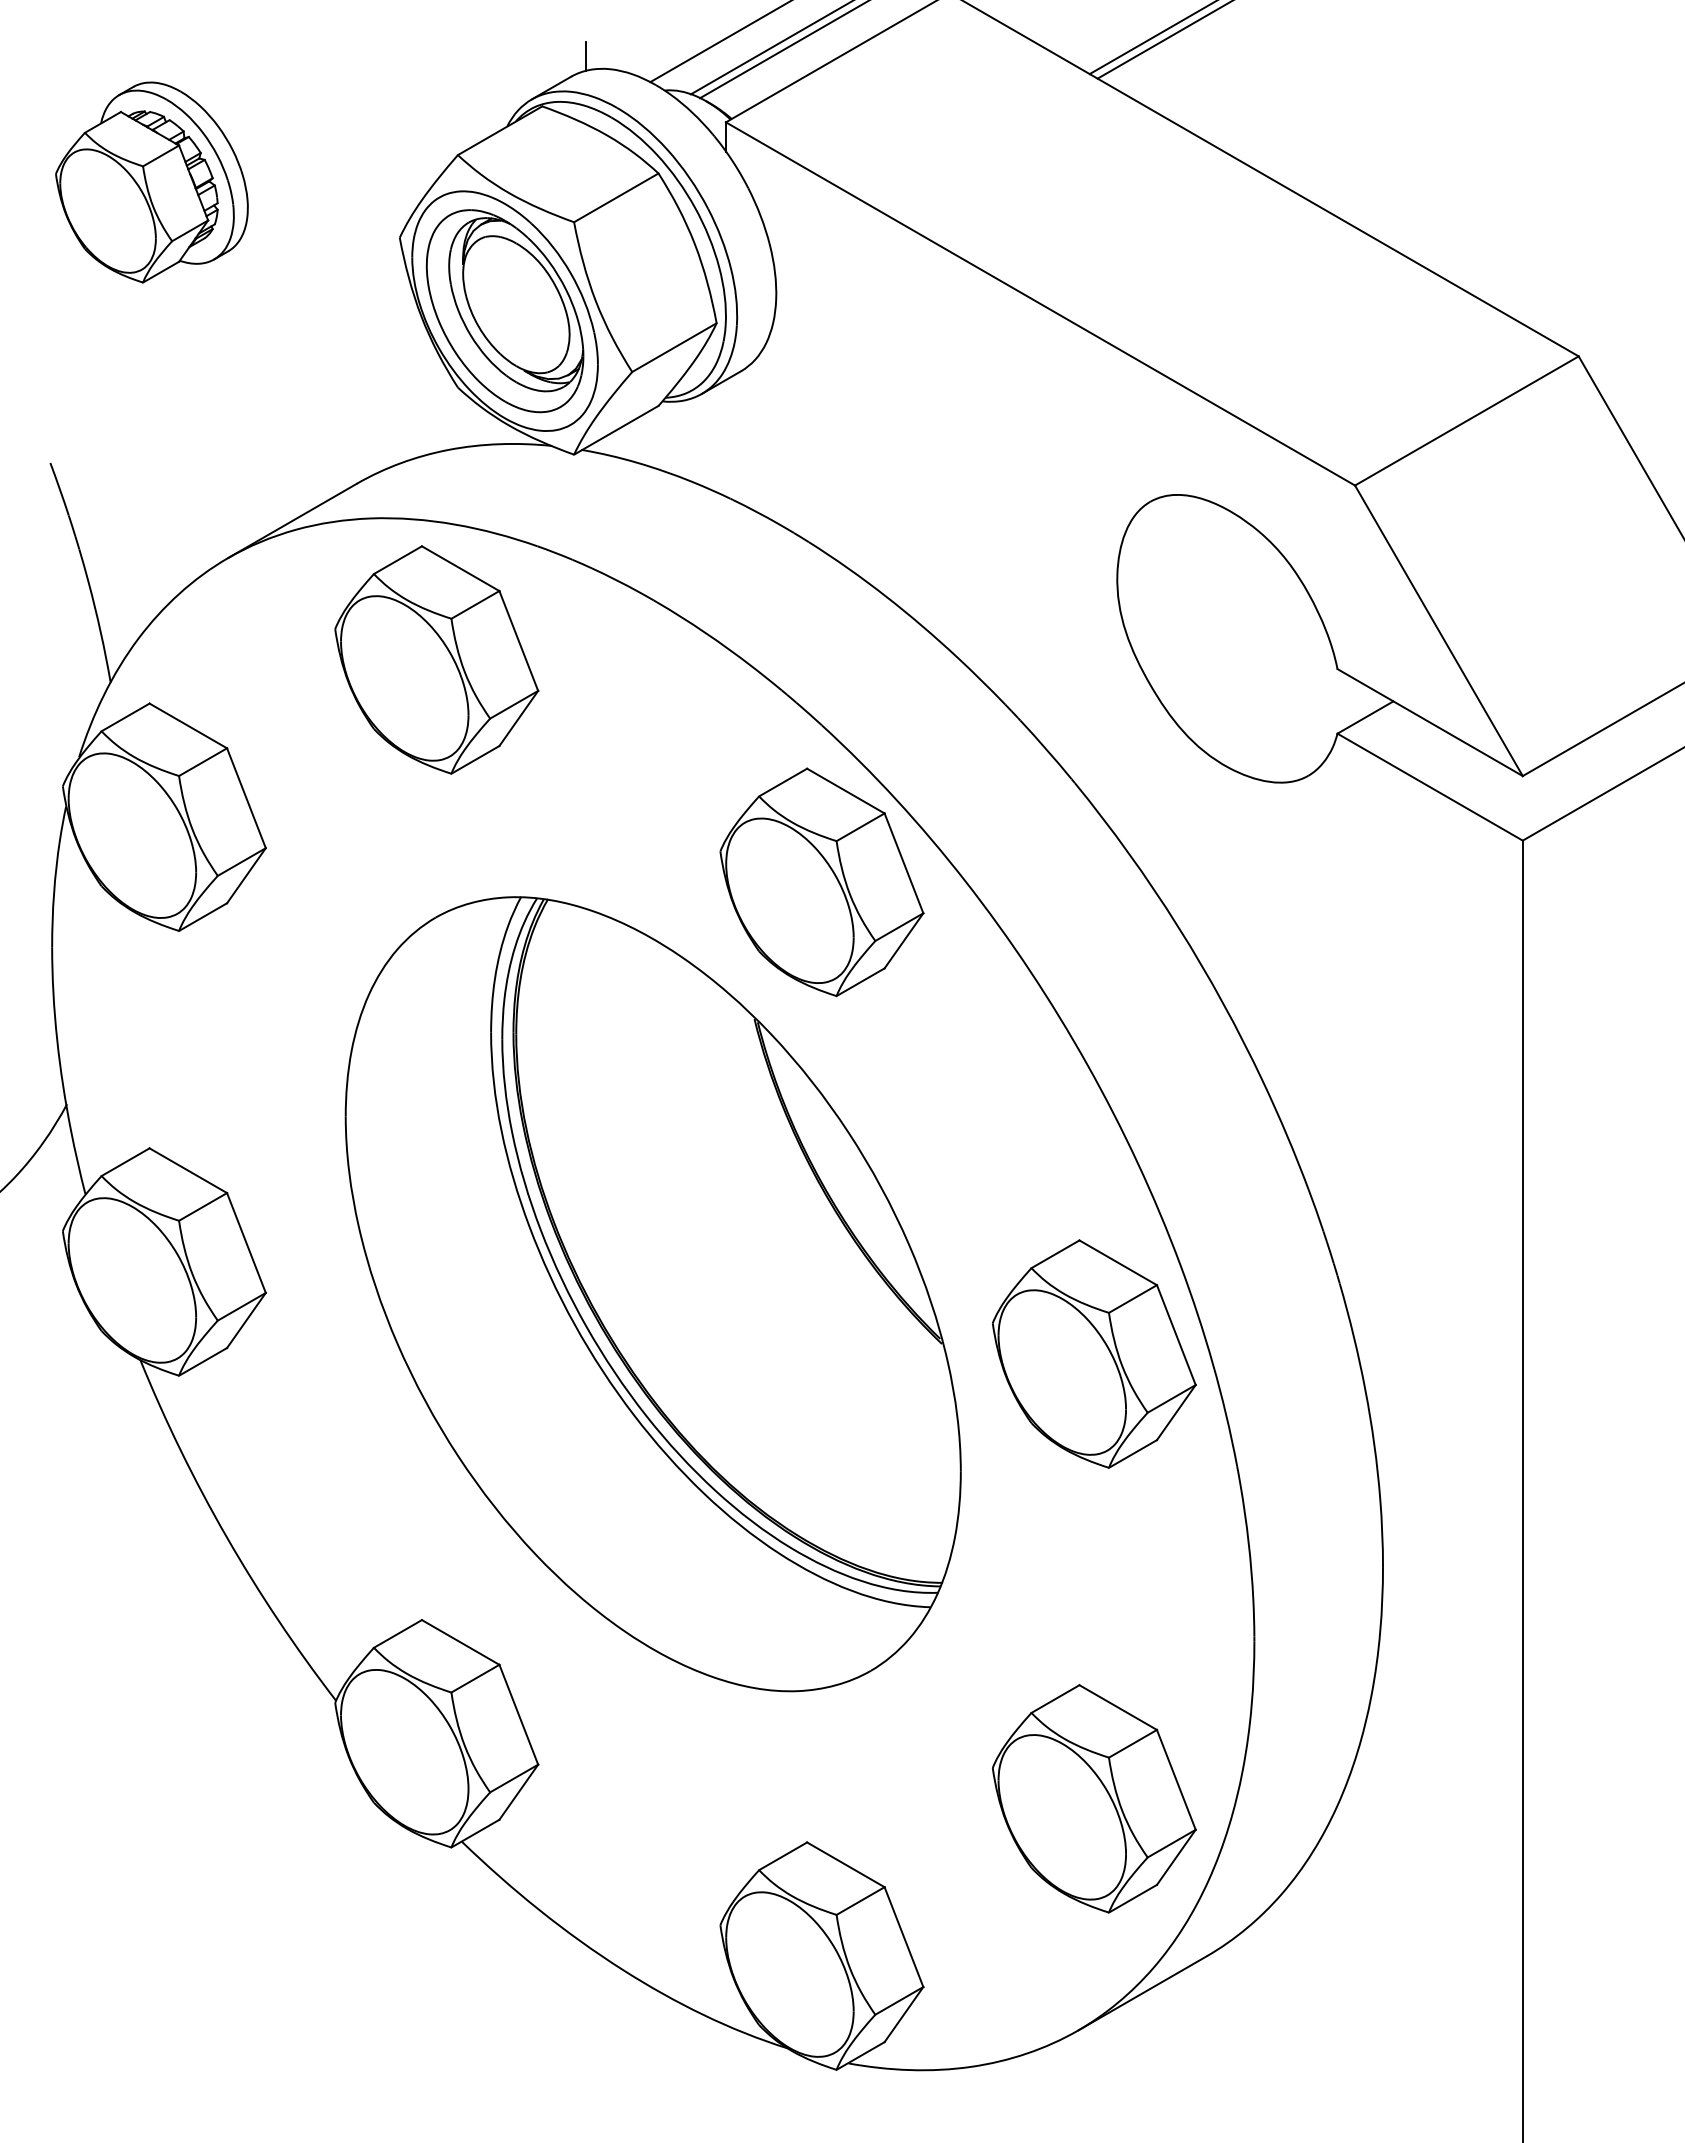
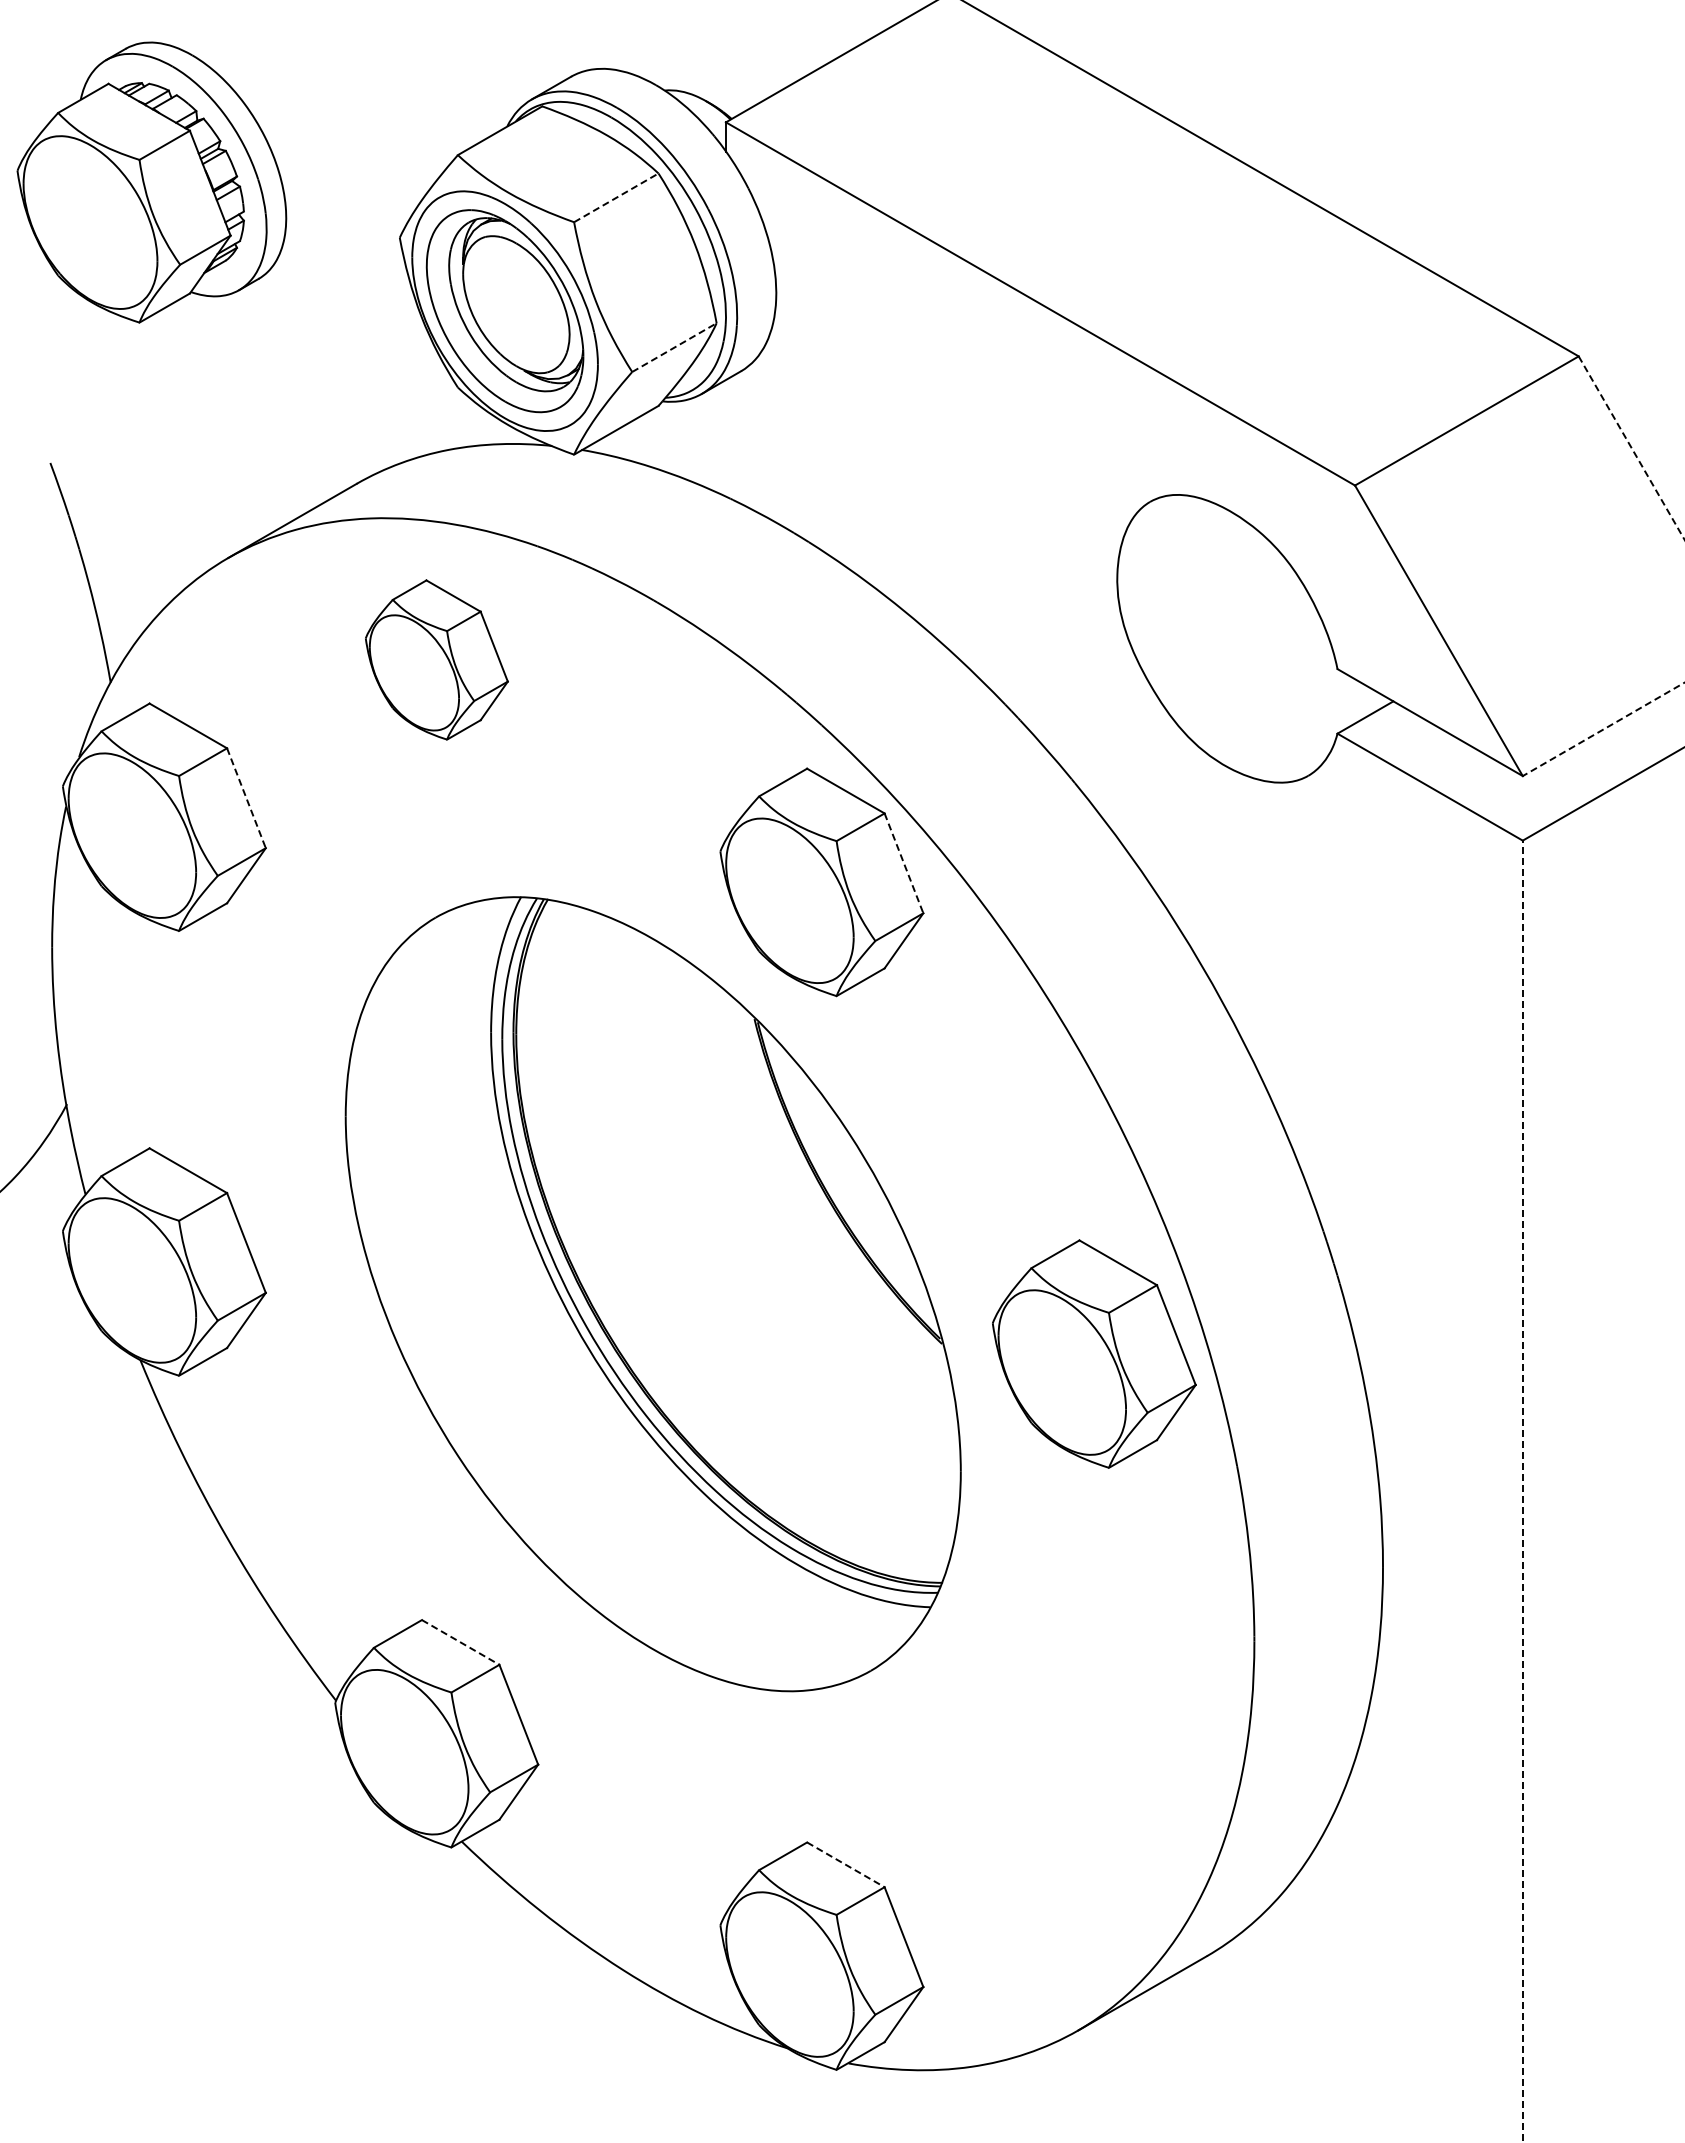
line at (1151, 38): present -> none
line at (1163, 40): present -> none
line at (719, 42): present -> none
line at (770, 48): present -> none
line at (783, 50): present -> none
line at (586, 55): present -> none
part at (151, 182) size: 194x203 px -> 272x283 px
line at (616, 197): solid -> dashed
line at (674, 347): solid -> dashed
line at (1631, 448): solid -> dashed
part at (436, 659) size: 206x230 px -> 144x162 px
line at (1603, 729): solid -> dashed
line at (246, 798): solid -> dashed
line at (903, 863): solid -> dashed
line at (1522, 1491): solid -> dashed
line at (460, 1642): solid -> dashed
part at (1094, 1798): present -> none
line at (845, 1864): solid -> dashed
